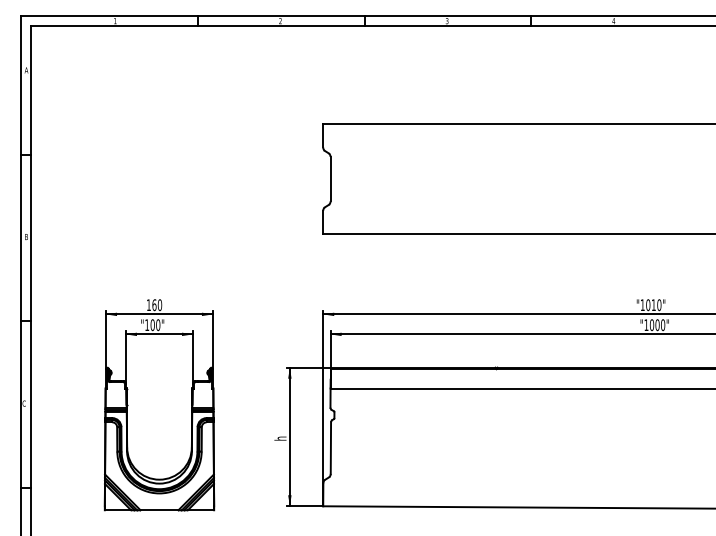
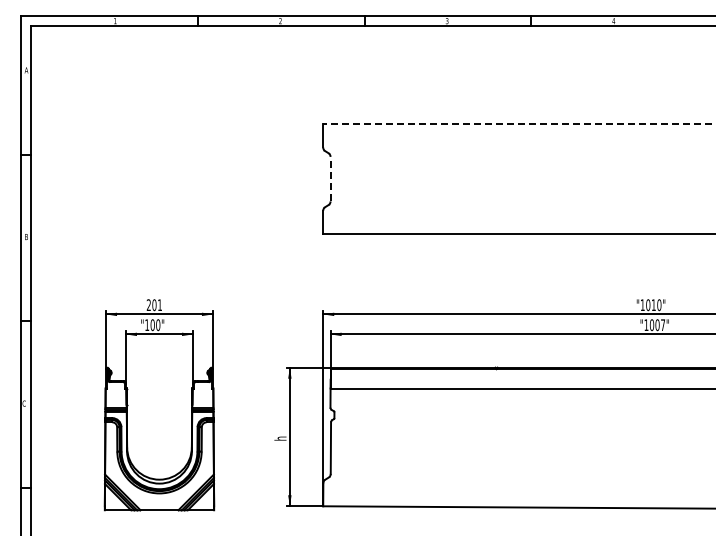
line at (519, 124): solid -> dashed
line at (330, 178): solid -> dashed
text at (154, 305): 160 -> 201
text at (663, 325): "1000" -> "1007"
